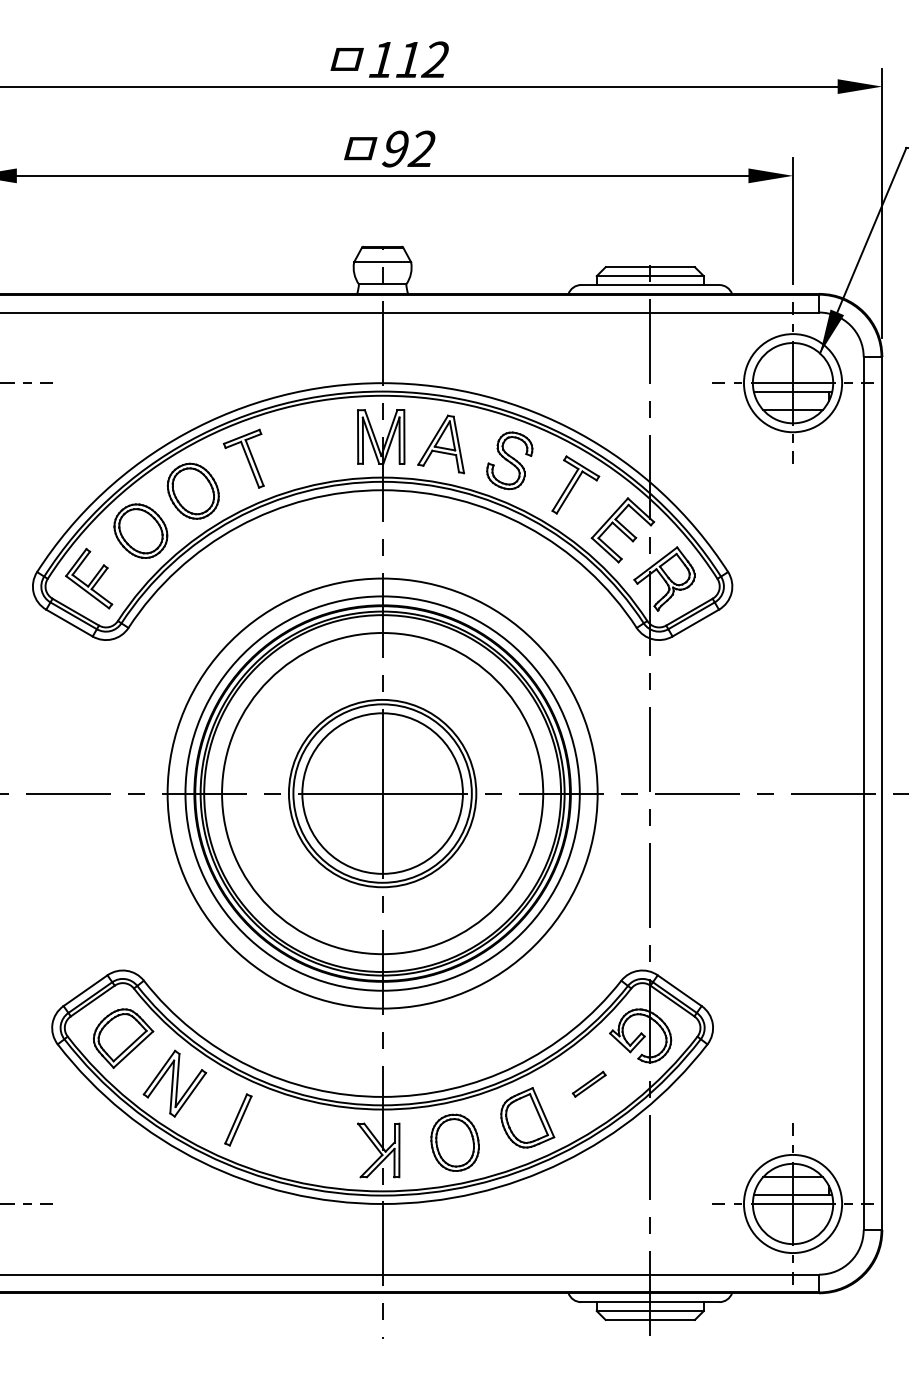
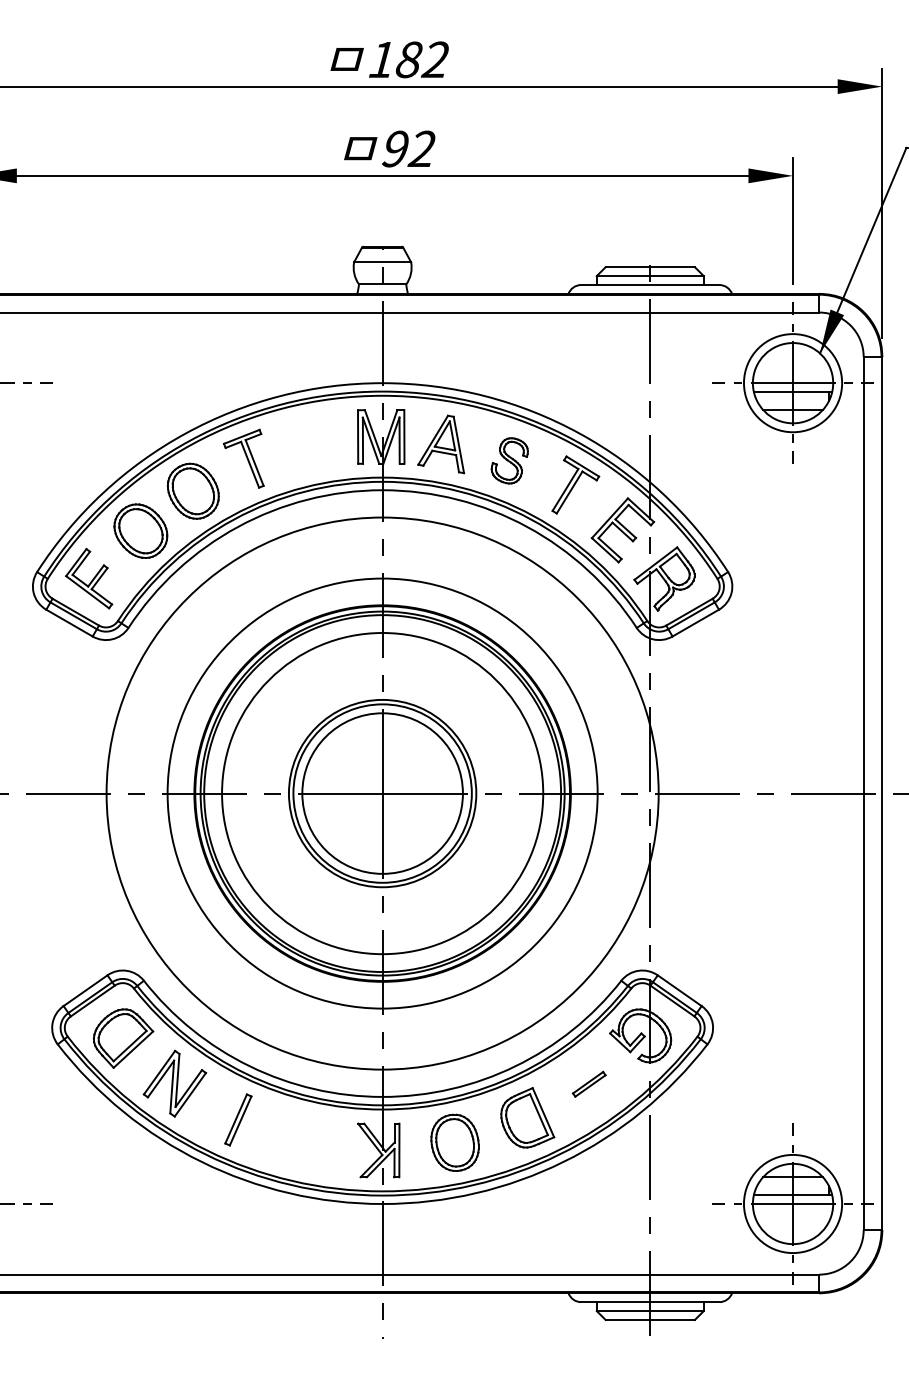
text at (408, 59): 112 -> 182
part at (509, 460) size: 48x60 px -> 39x48 px
circle at (382, 793) diameter: 394 px -> 552 px
